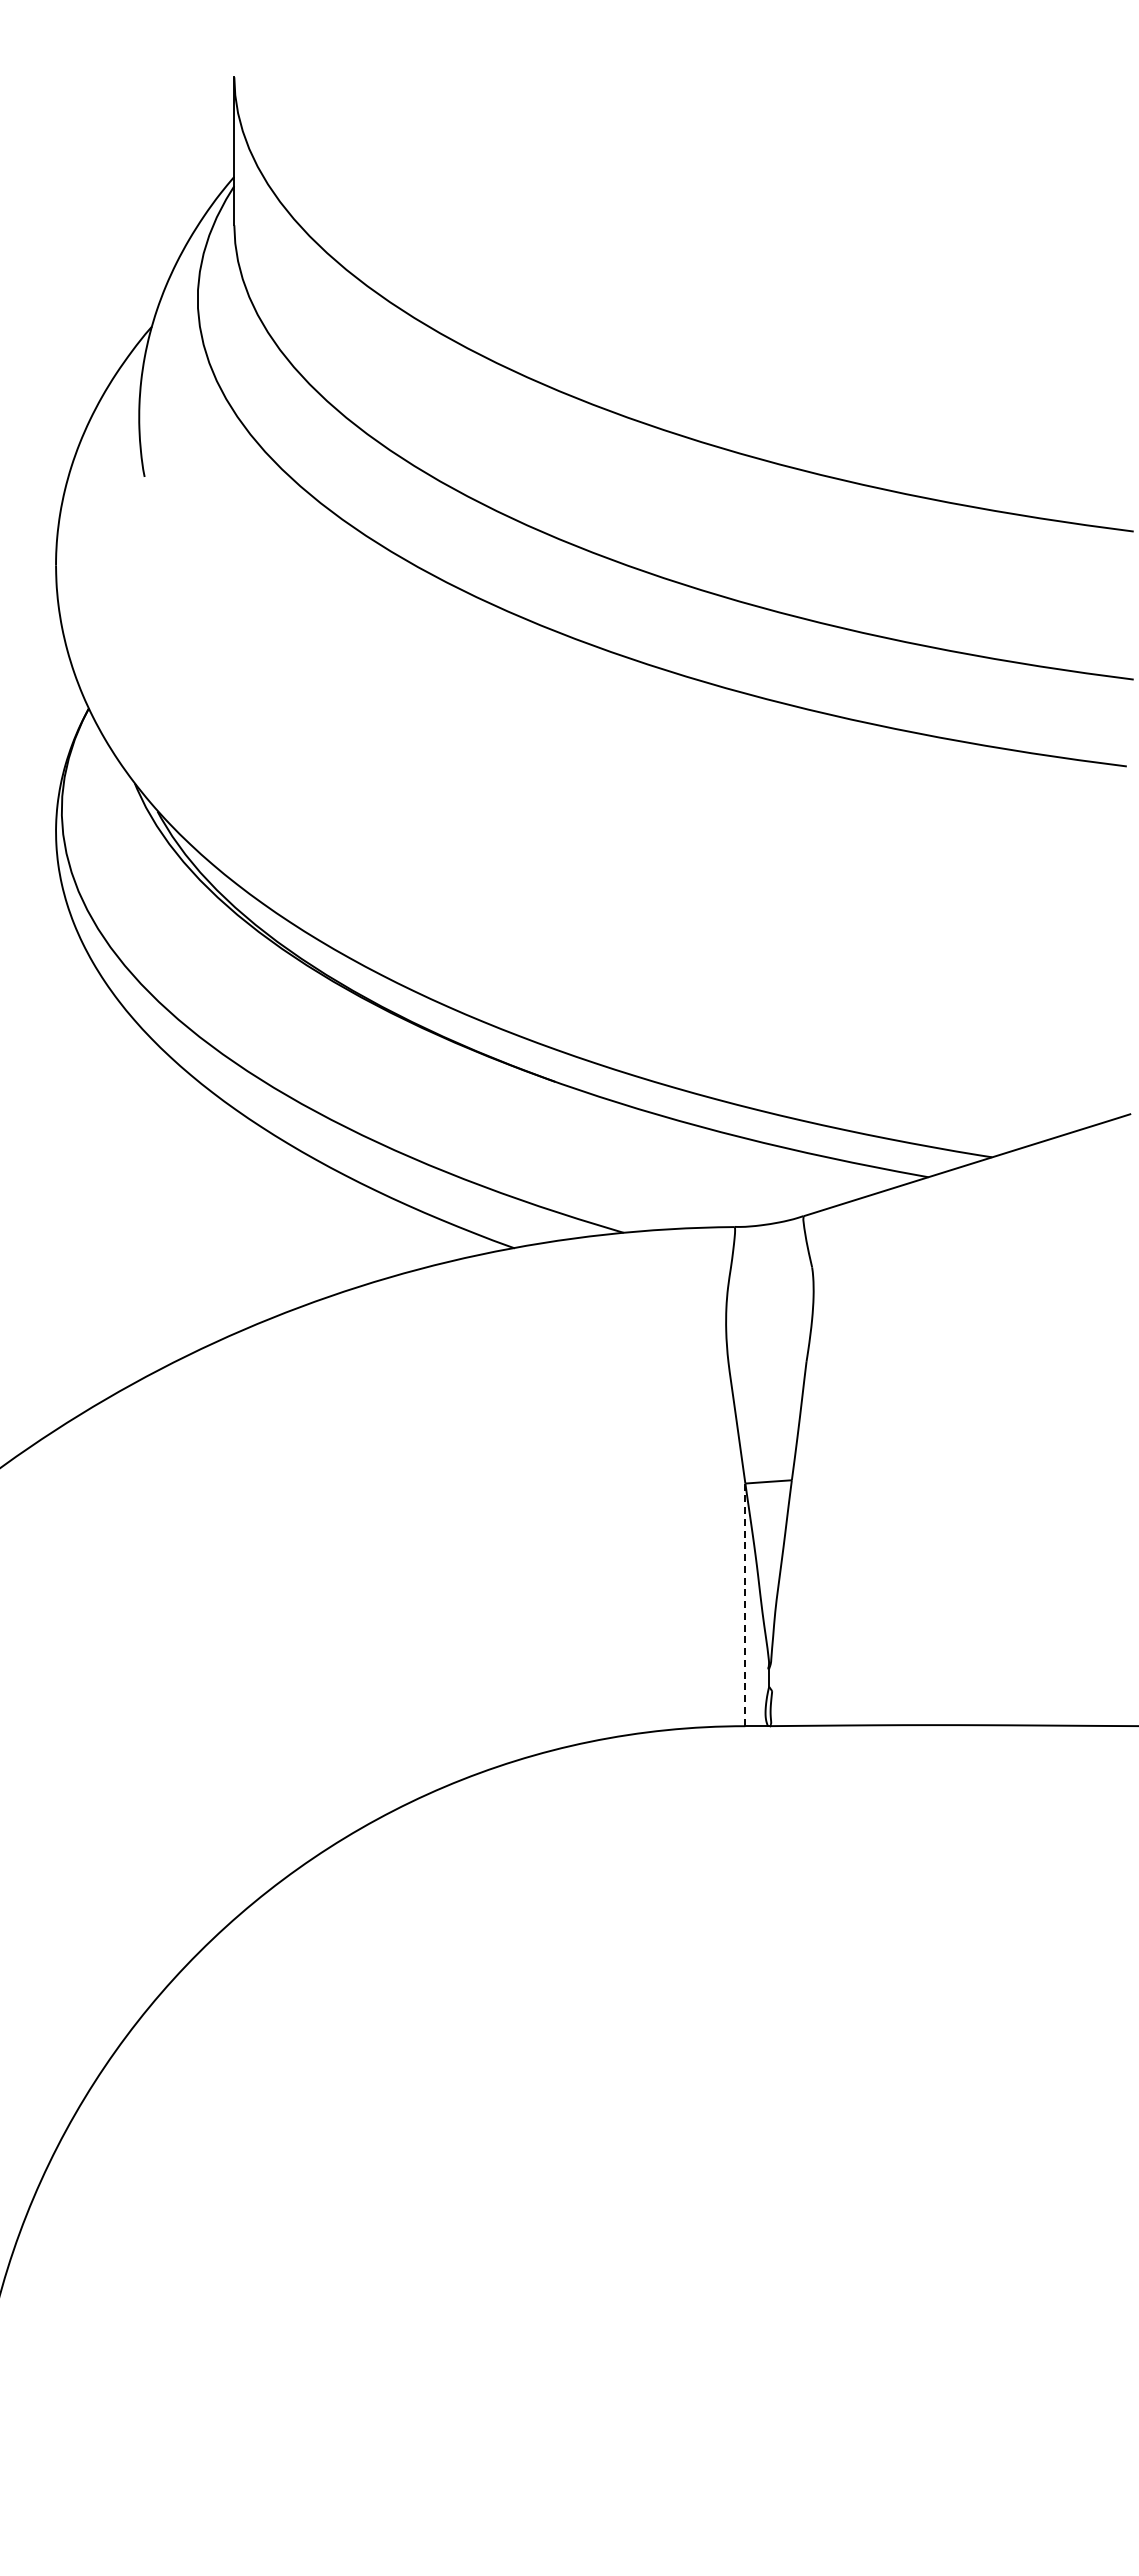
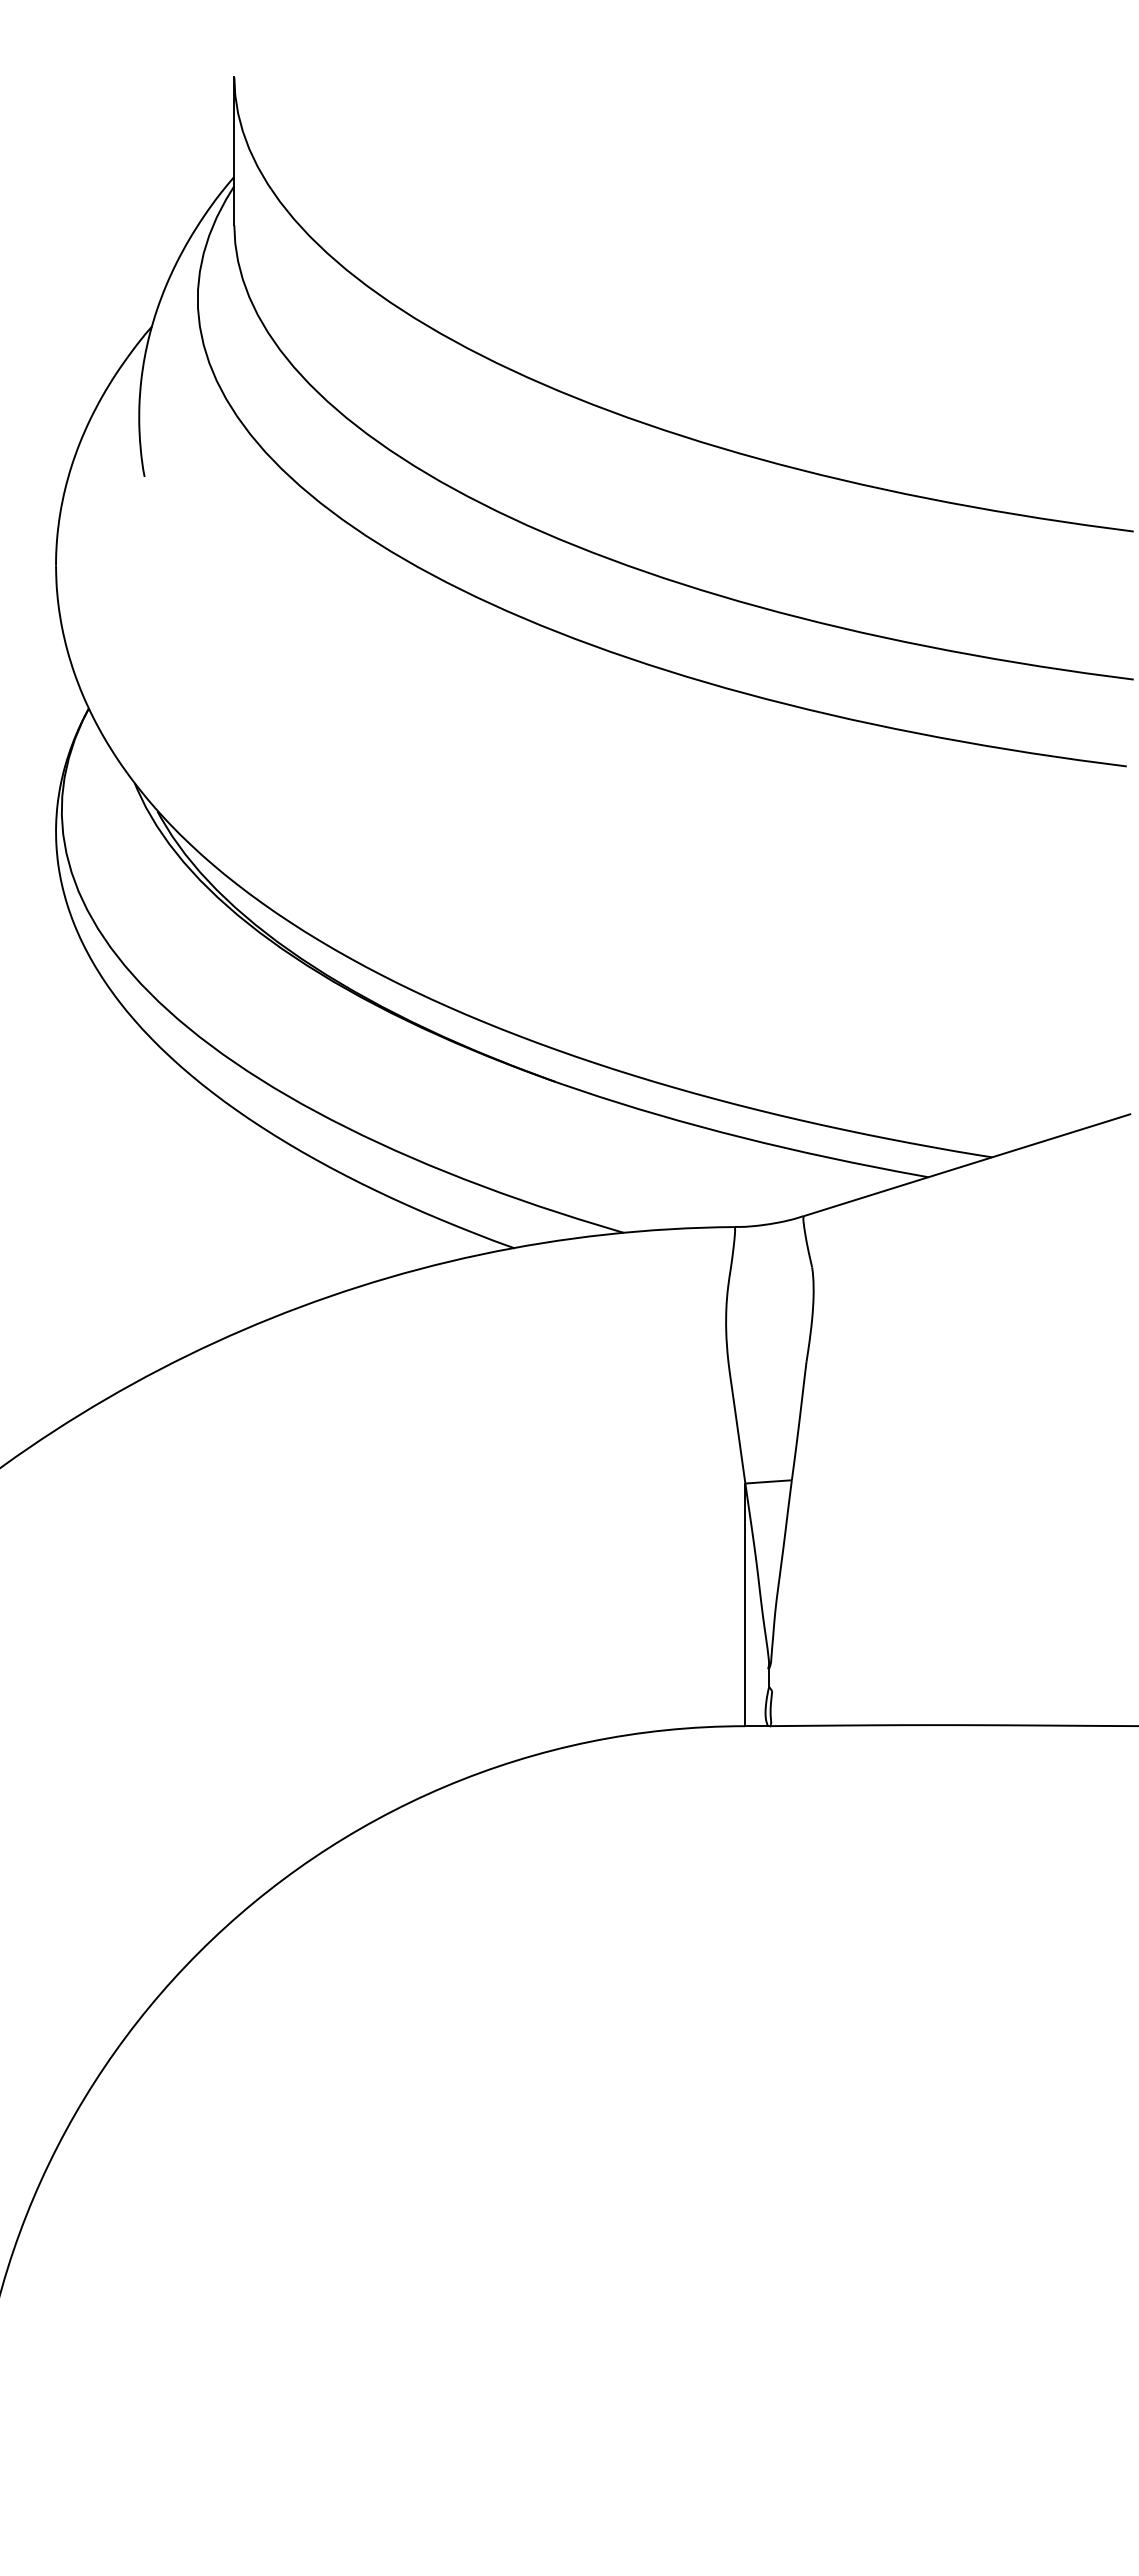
line at (745, 1605): dashed -> solid
